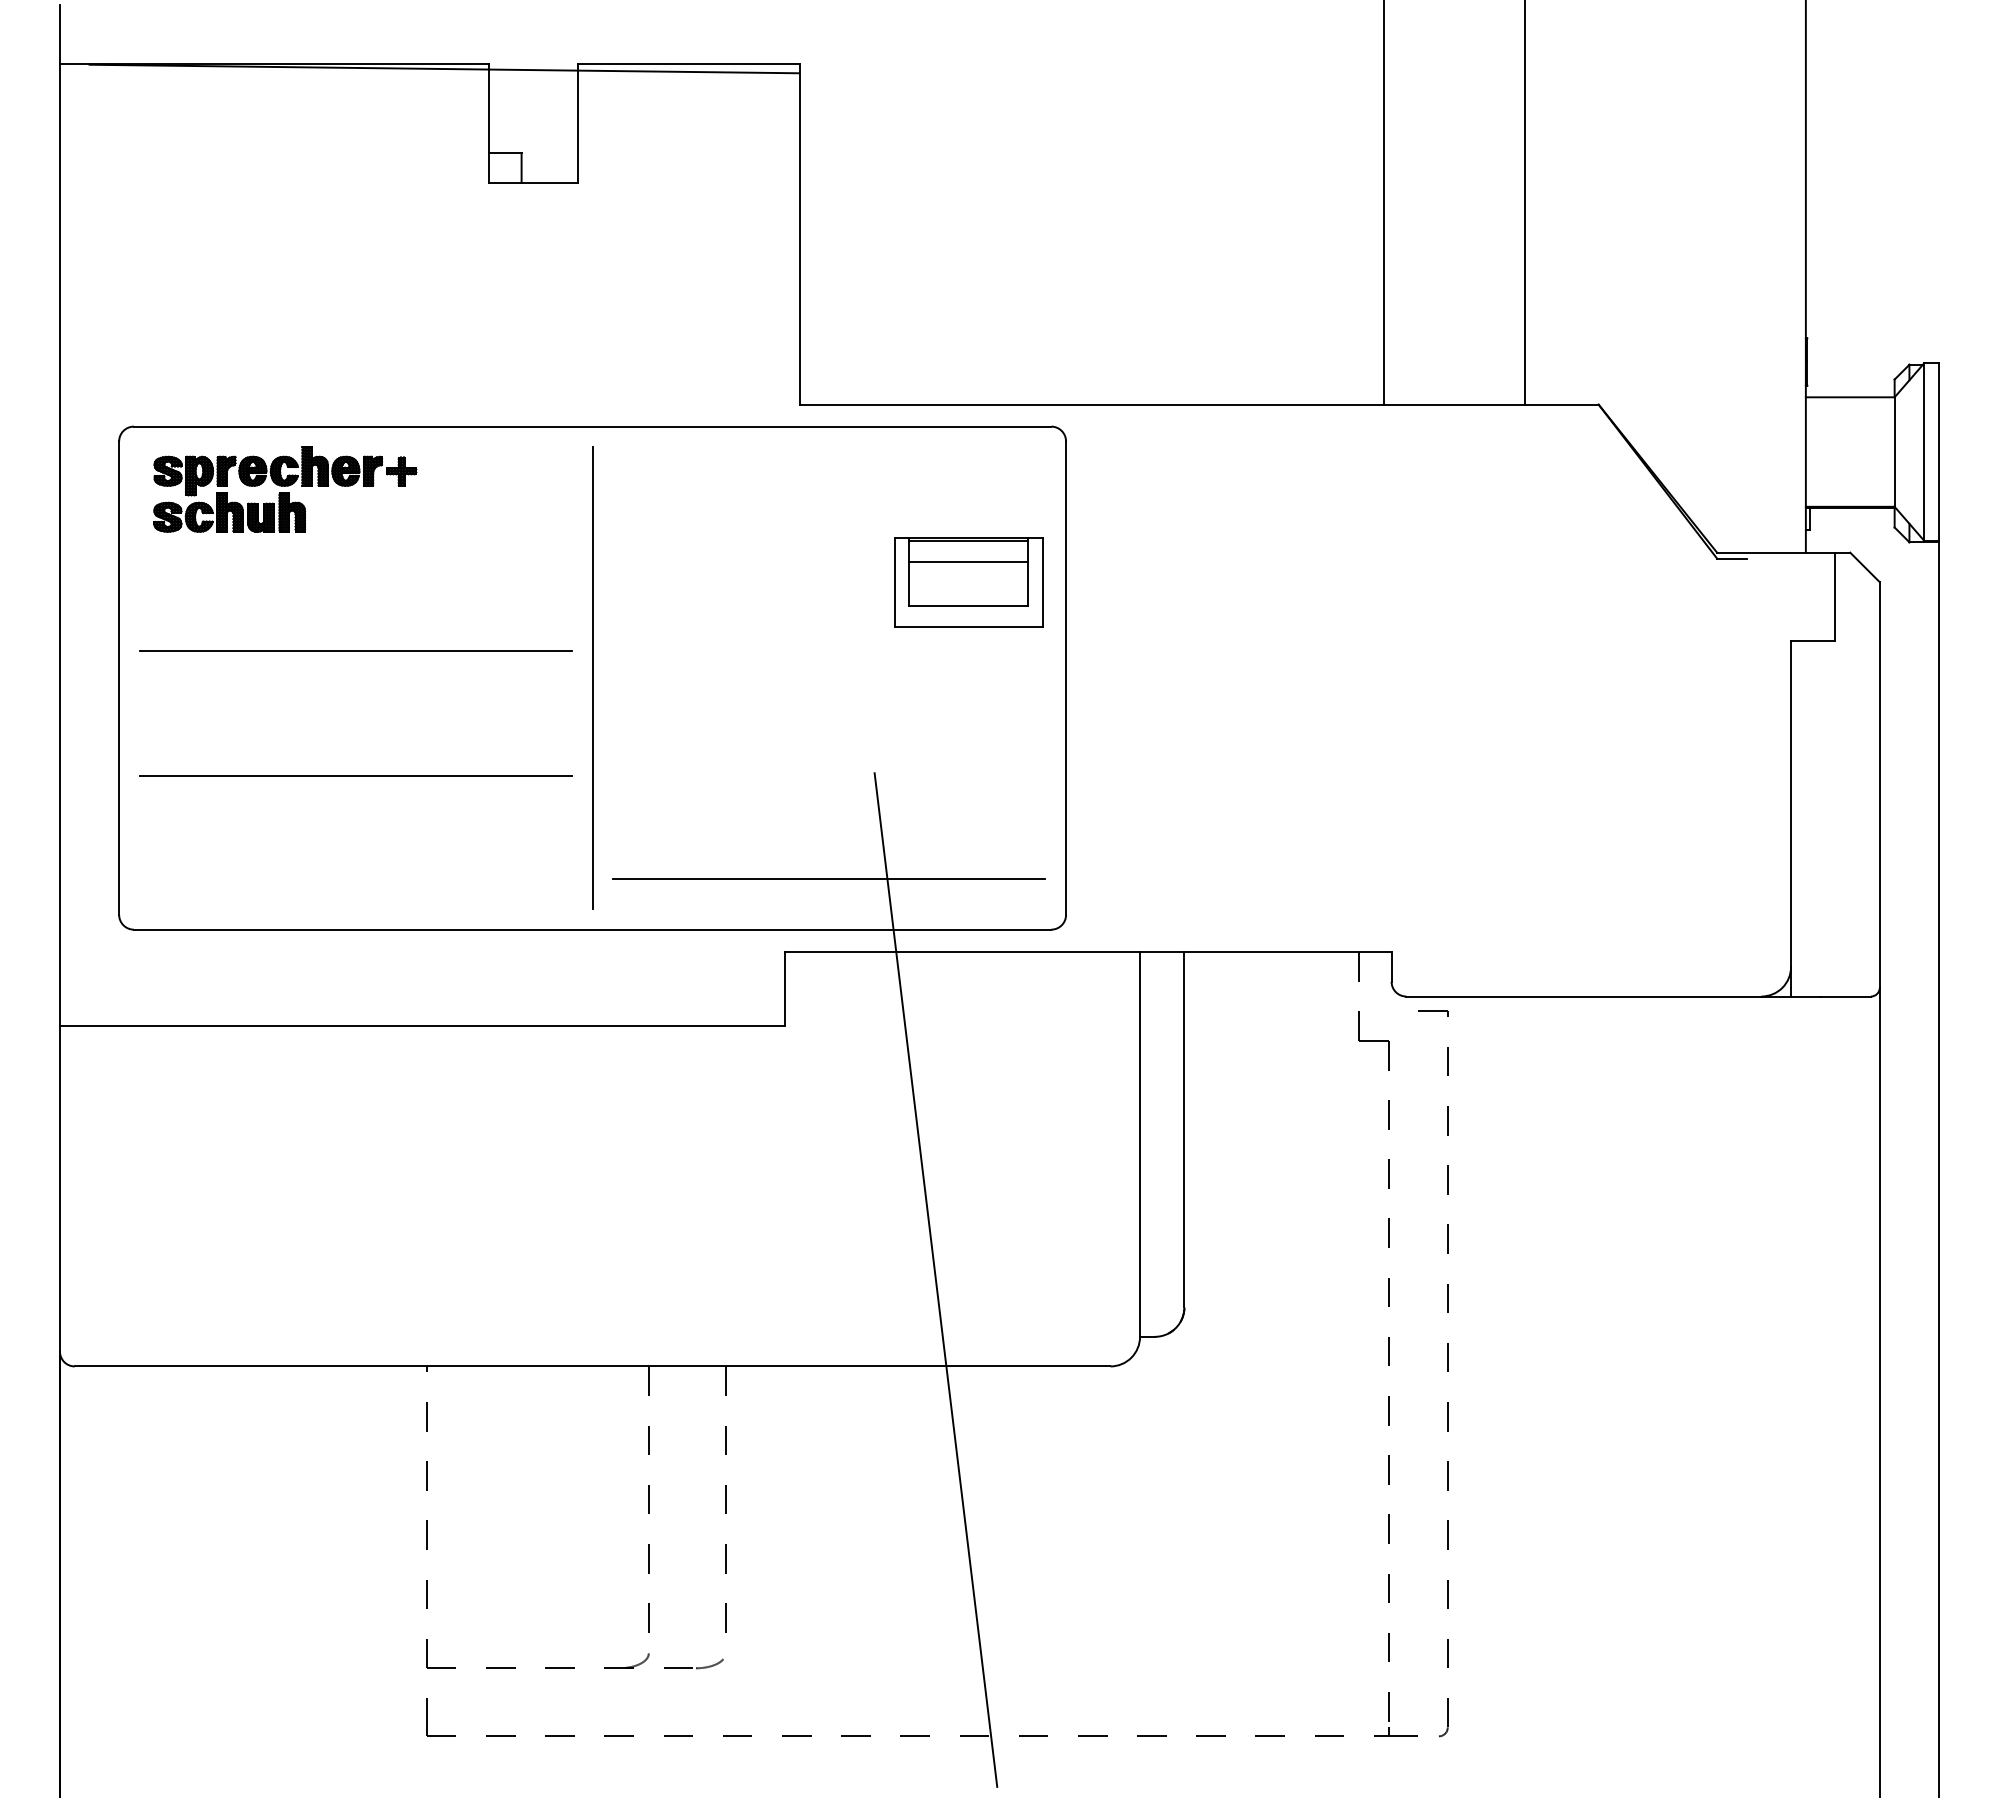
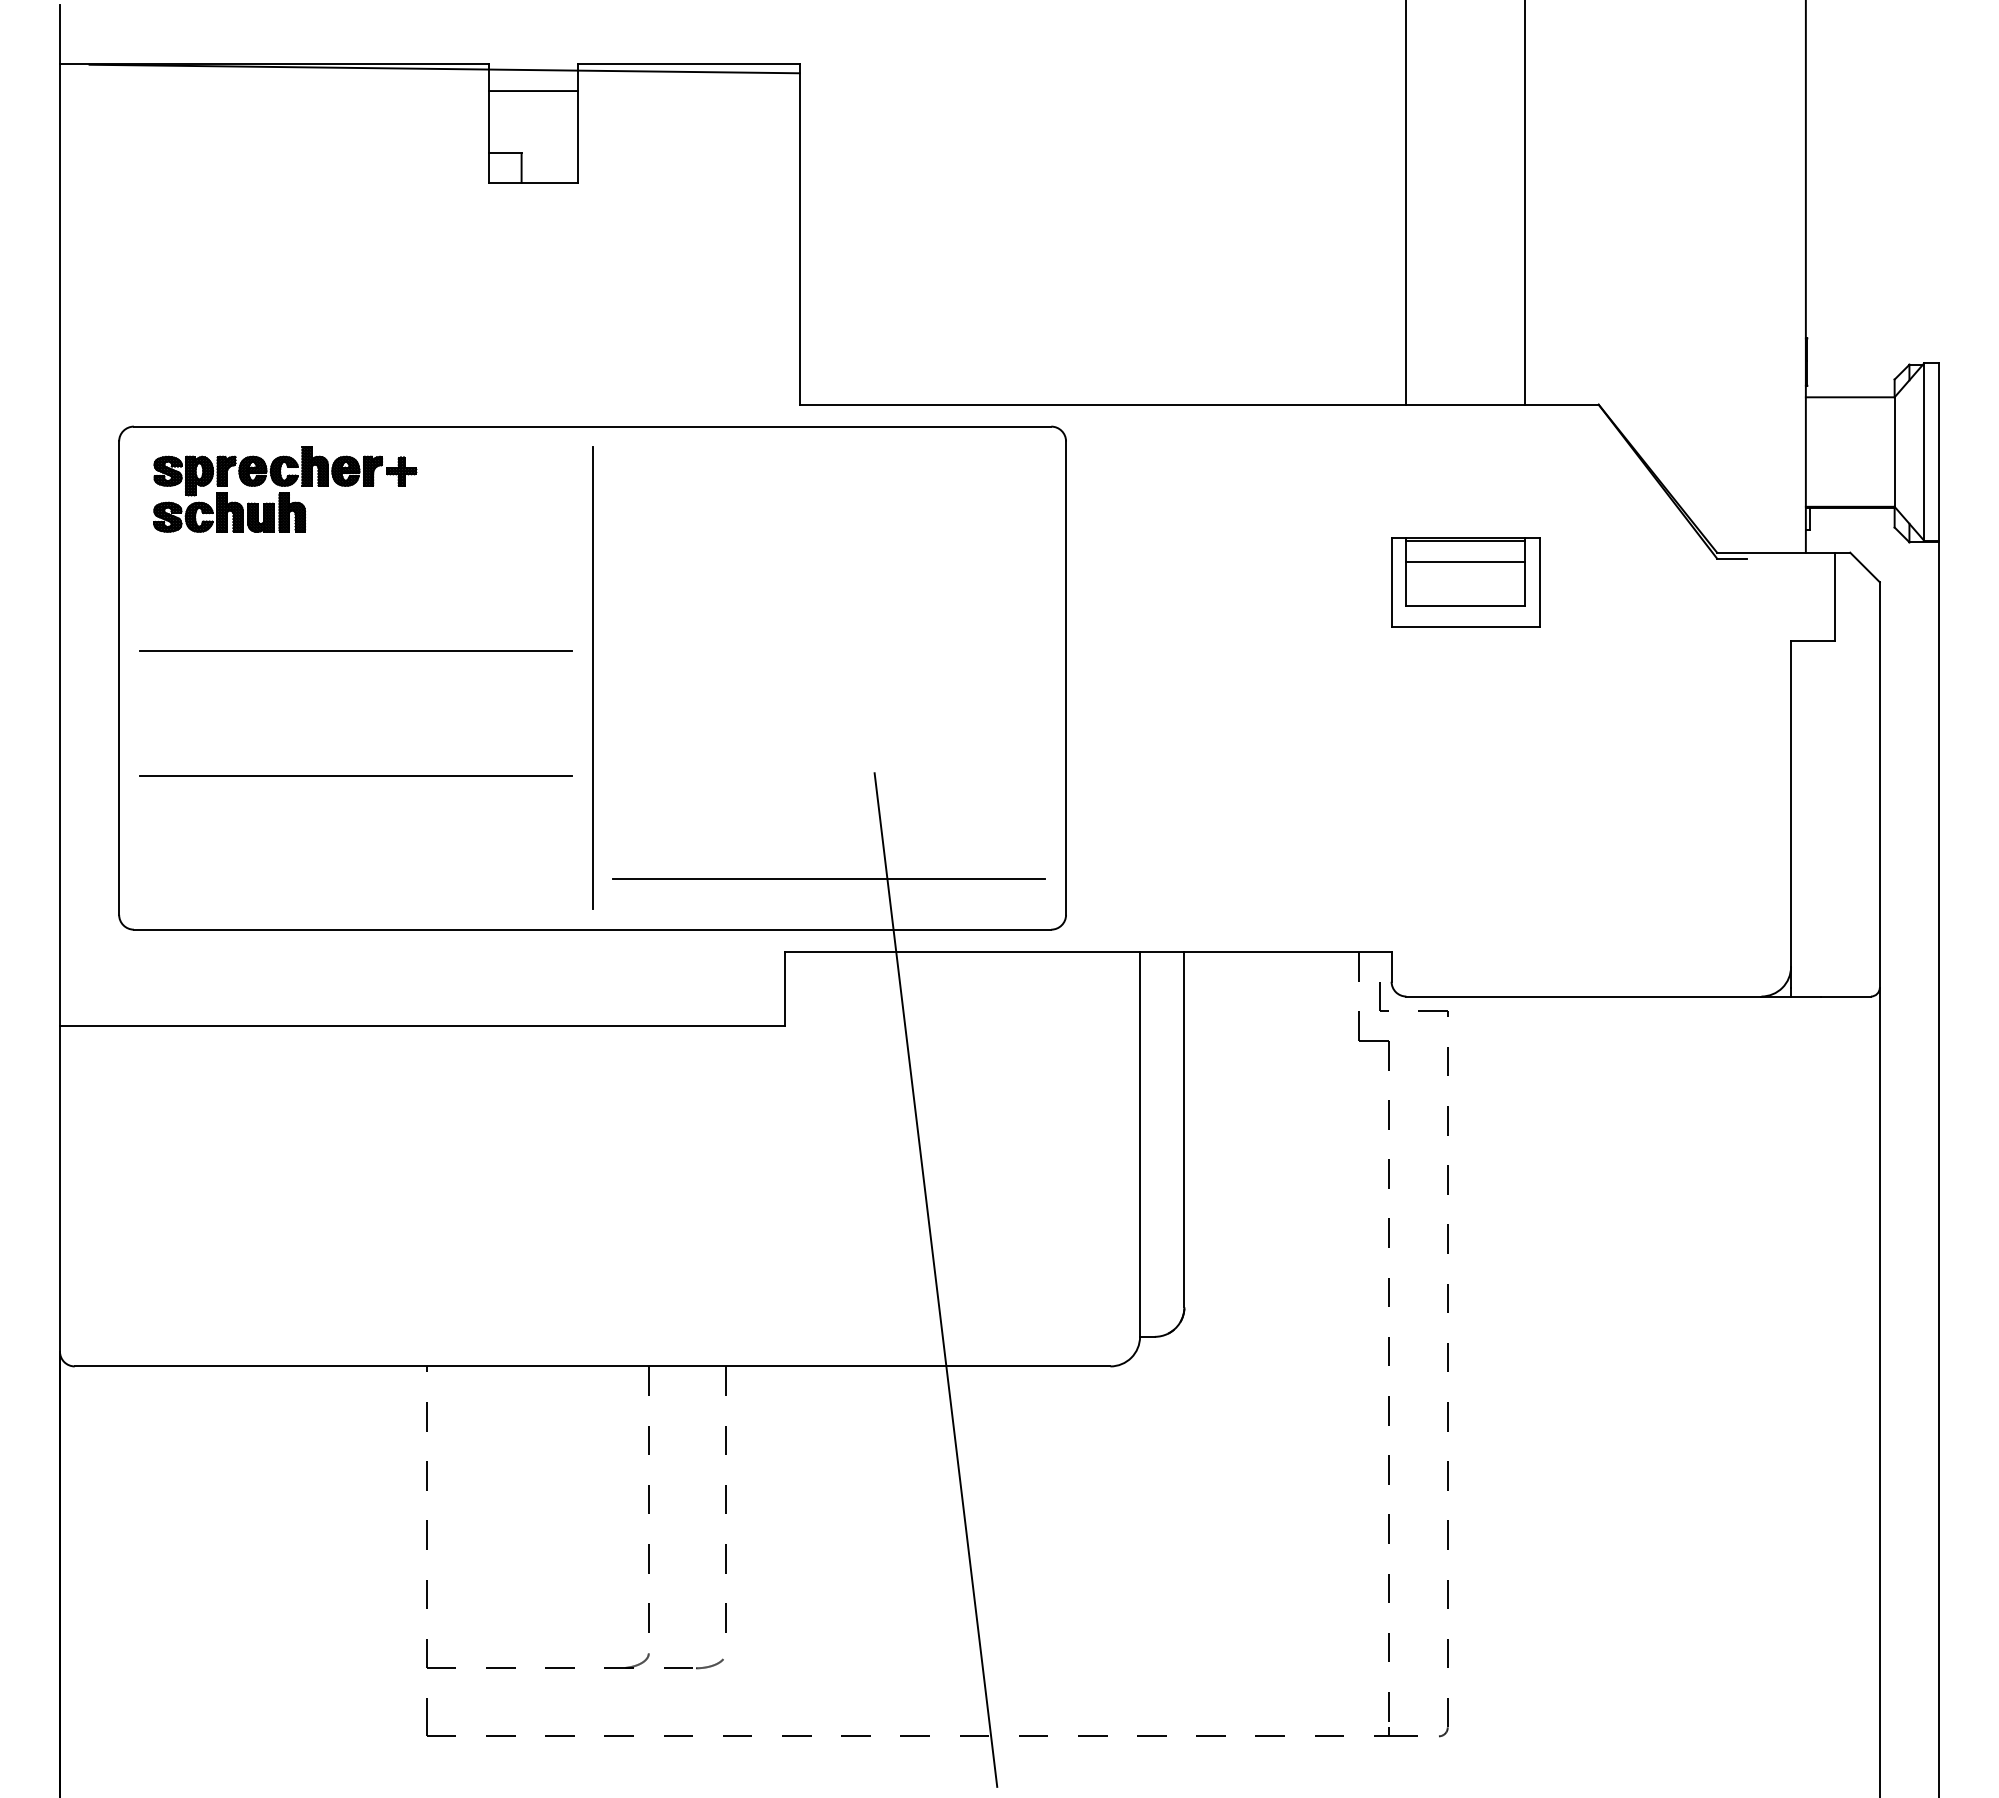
line at (533, 91): none -> present
line at (1384, 203) position: (1384, 203) -> (1406, 203)
part at (968, 582) position: (968, 582) -> (1465, 582)
part at (1383, 996): none -> present
